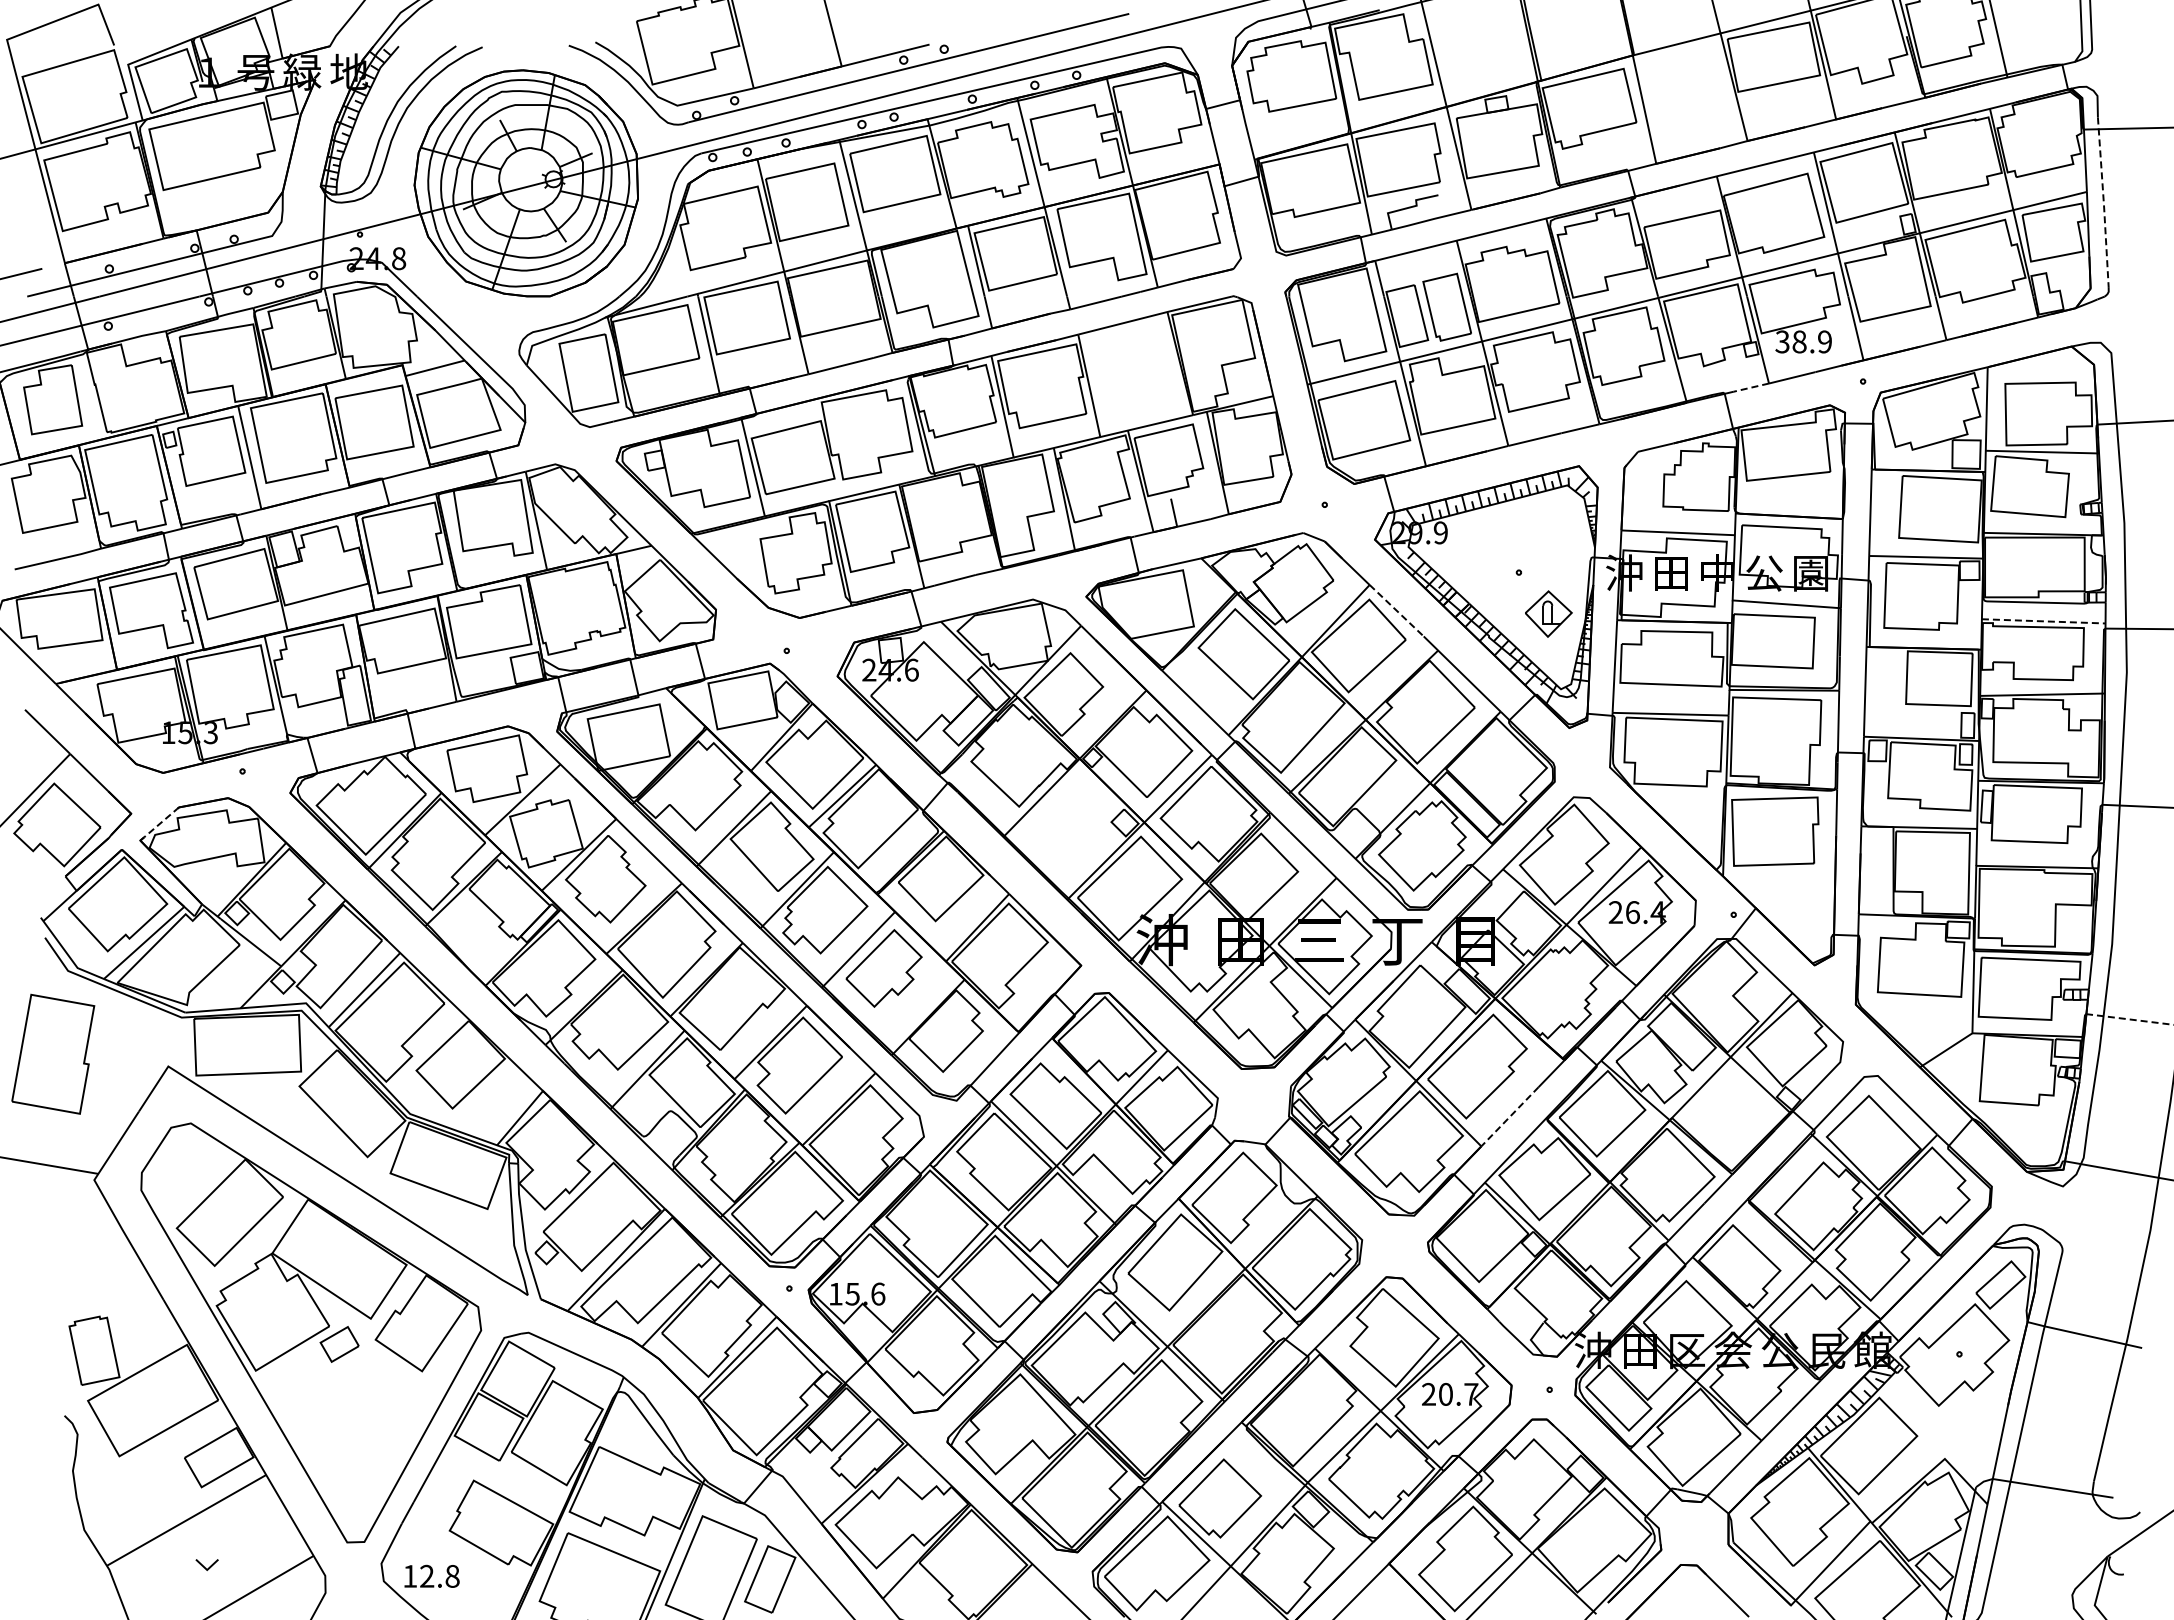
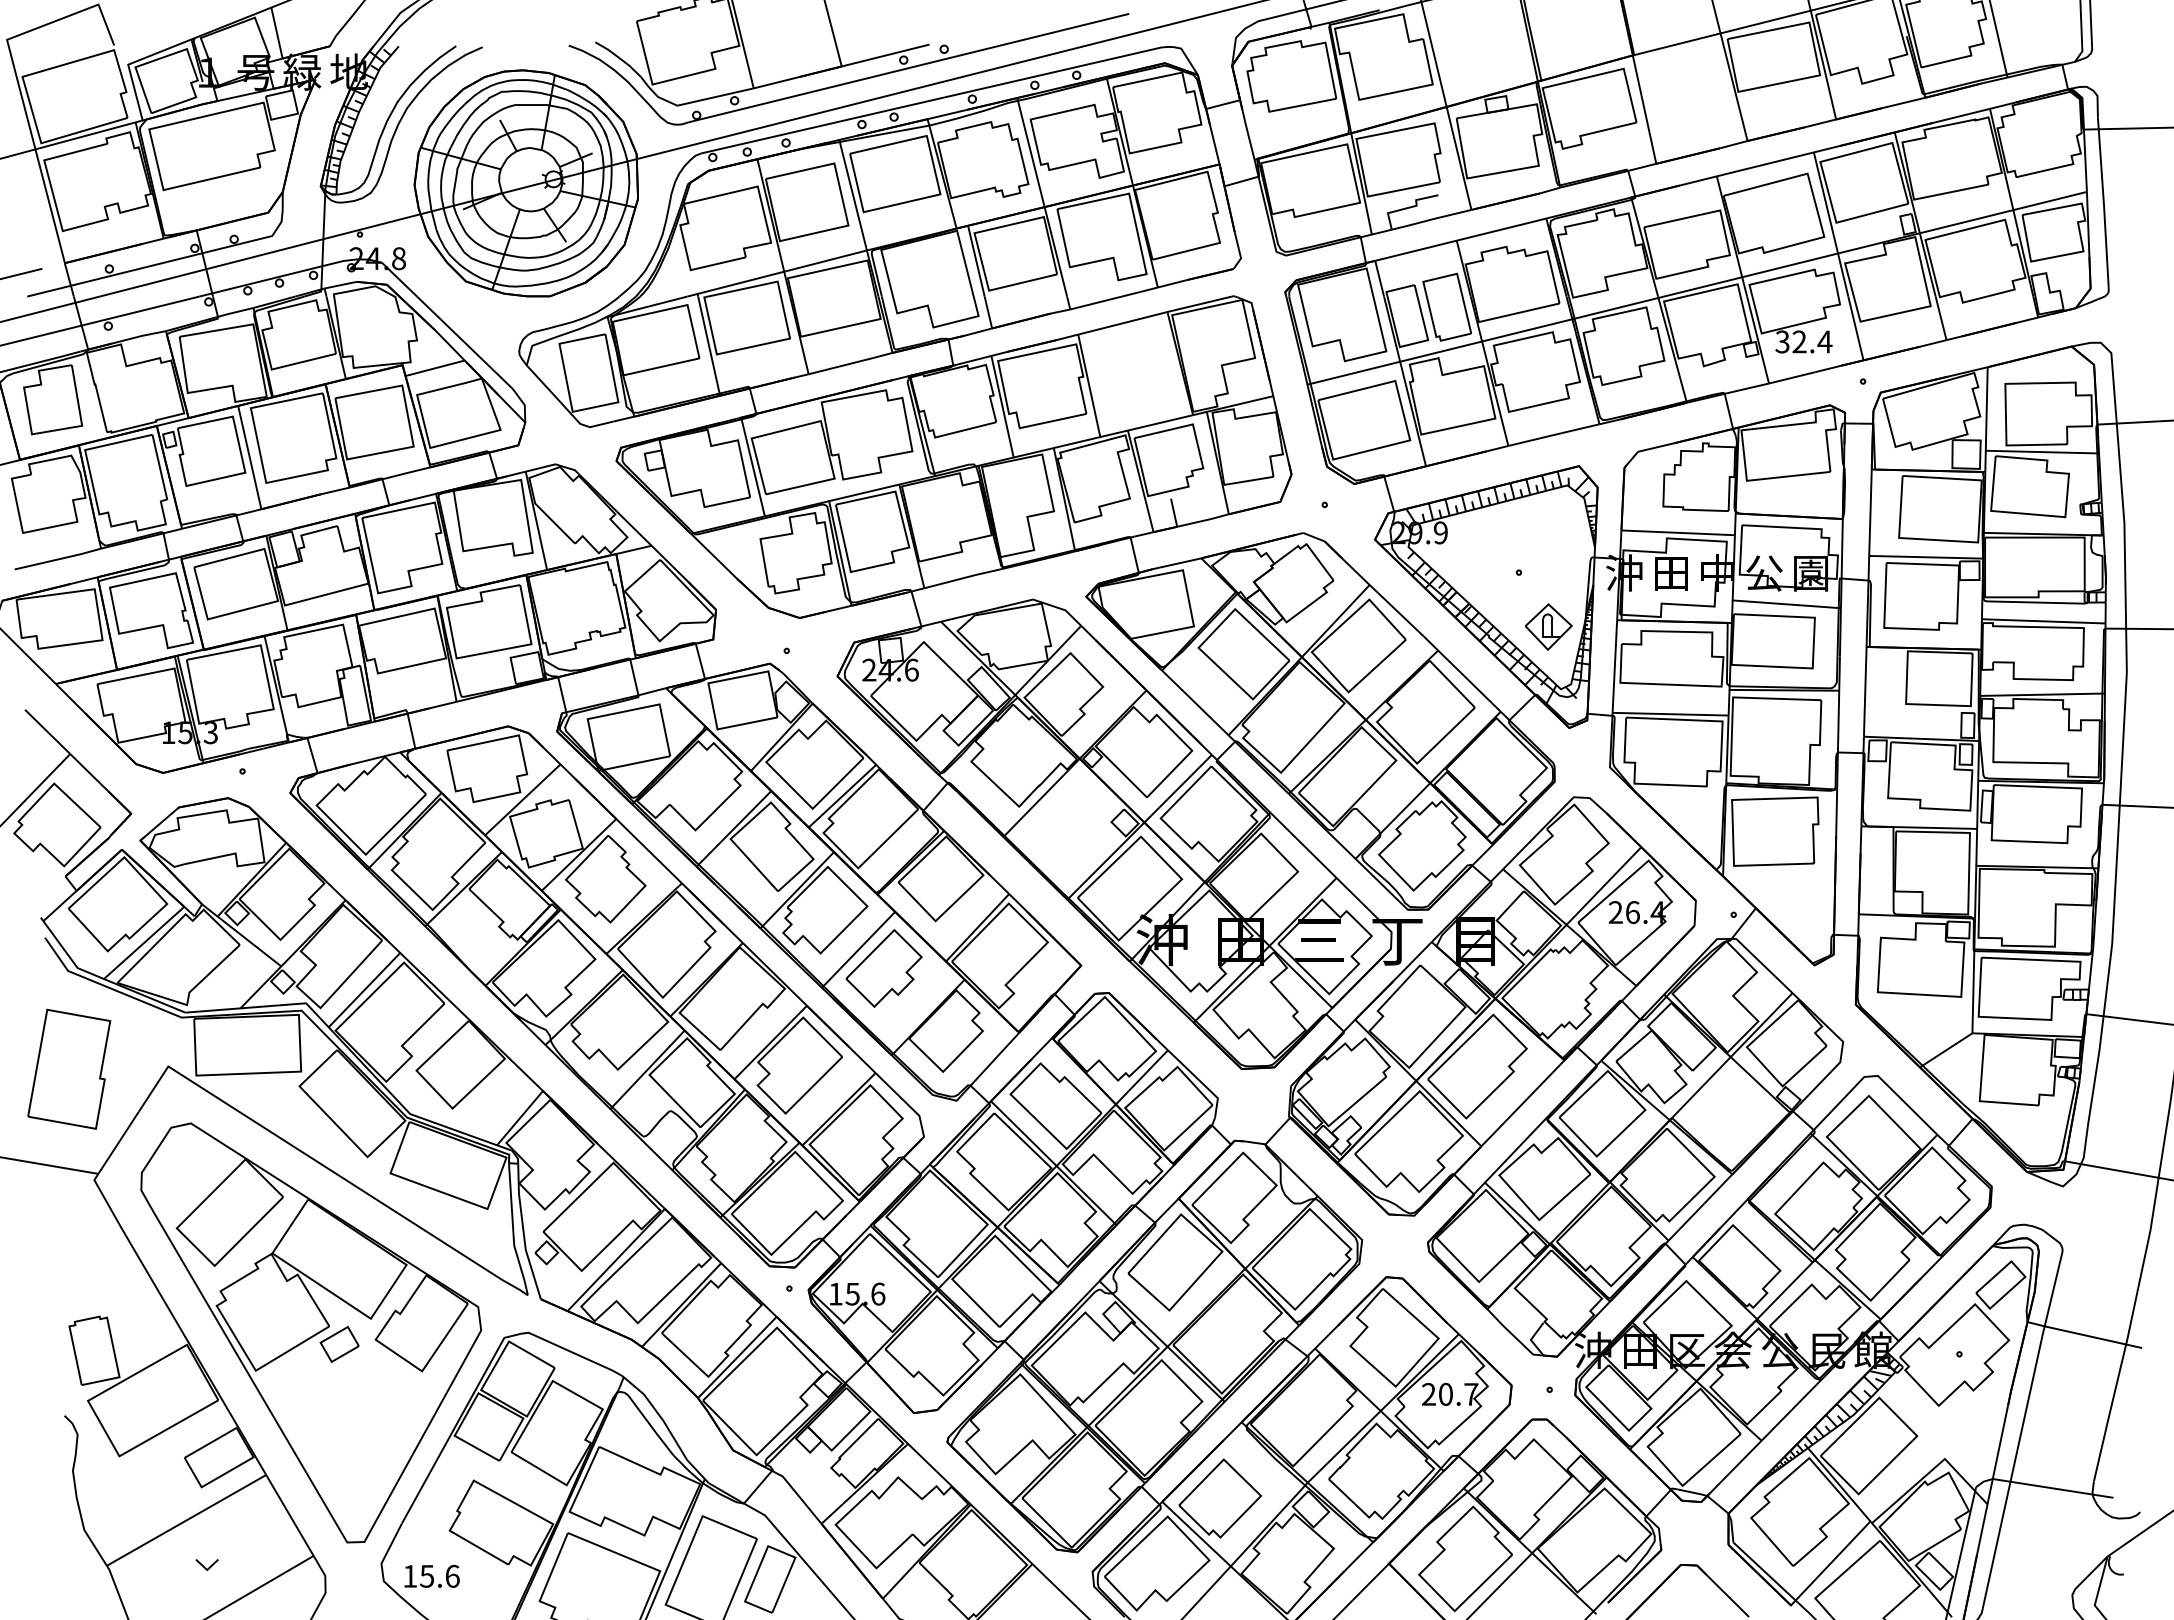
line at (2103, 202): dashed -> solid
text at (1812, 341): 38.9 -> 32.4
line at (1750, 387): dashed -> solid
line at (1397, 611): dashed -> solid
part at (1548, 613) position: (1548, 613) -> (1548, 626)
line at (2043, 621): dashed -> solid
line at (158, 825): dashed -> solid
line at (2129, 1019): dashed -> solid
part at (53, 1053) position: (53, 1053) -> (69, 1068)
line at (1509, 1117): dashed -> solid
text at (439, 1575): 12.8 -> 15.6
